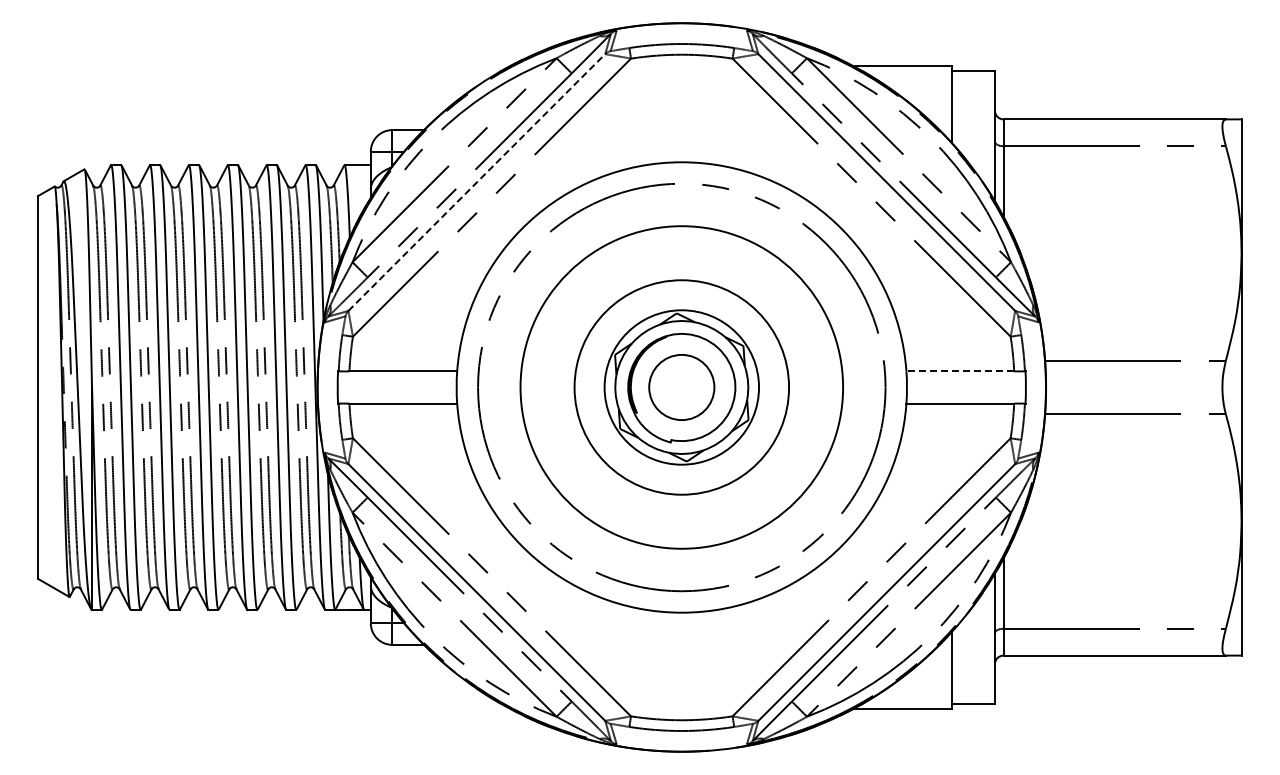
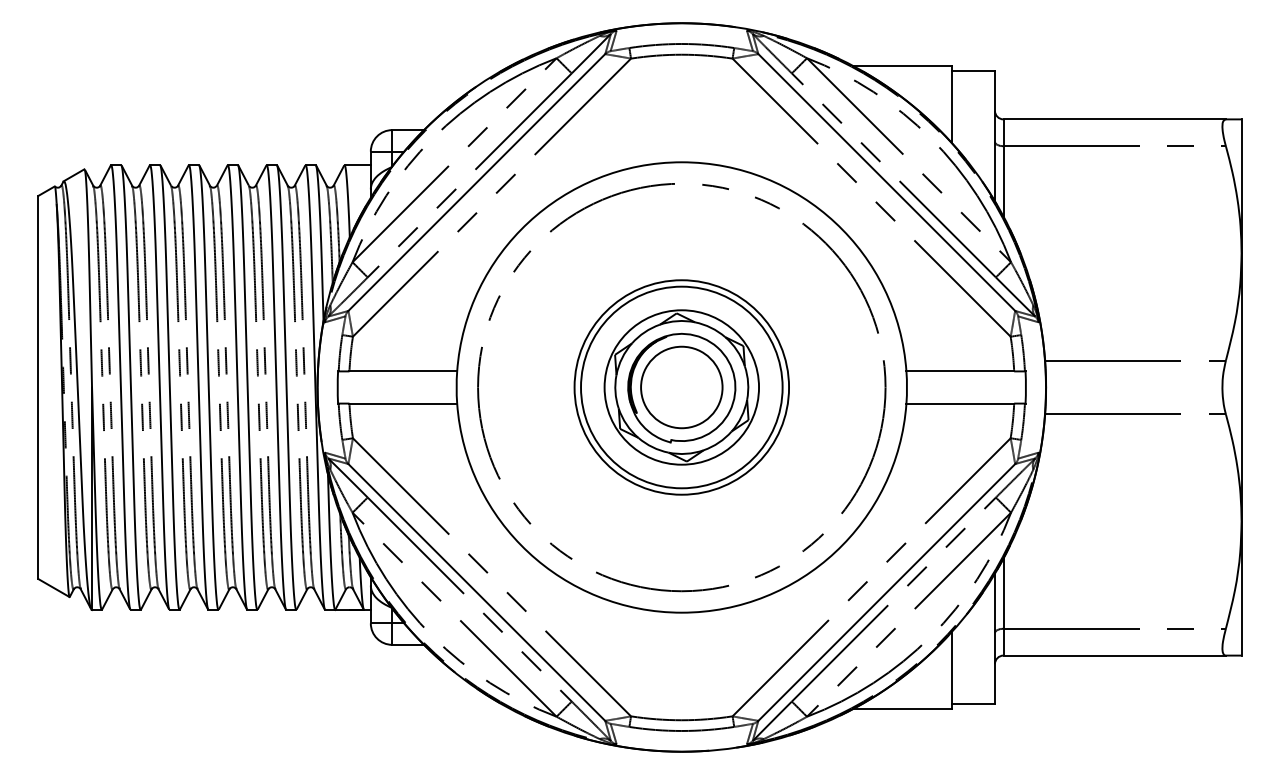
line at (476, 182): dashed -> solid
line at (960, 371): dashed -> solid
circle at (681, 387) diameter: 323 px -> 202 px
circle at (681, 387) diameter: 65 px -> 82 px
